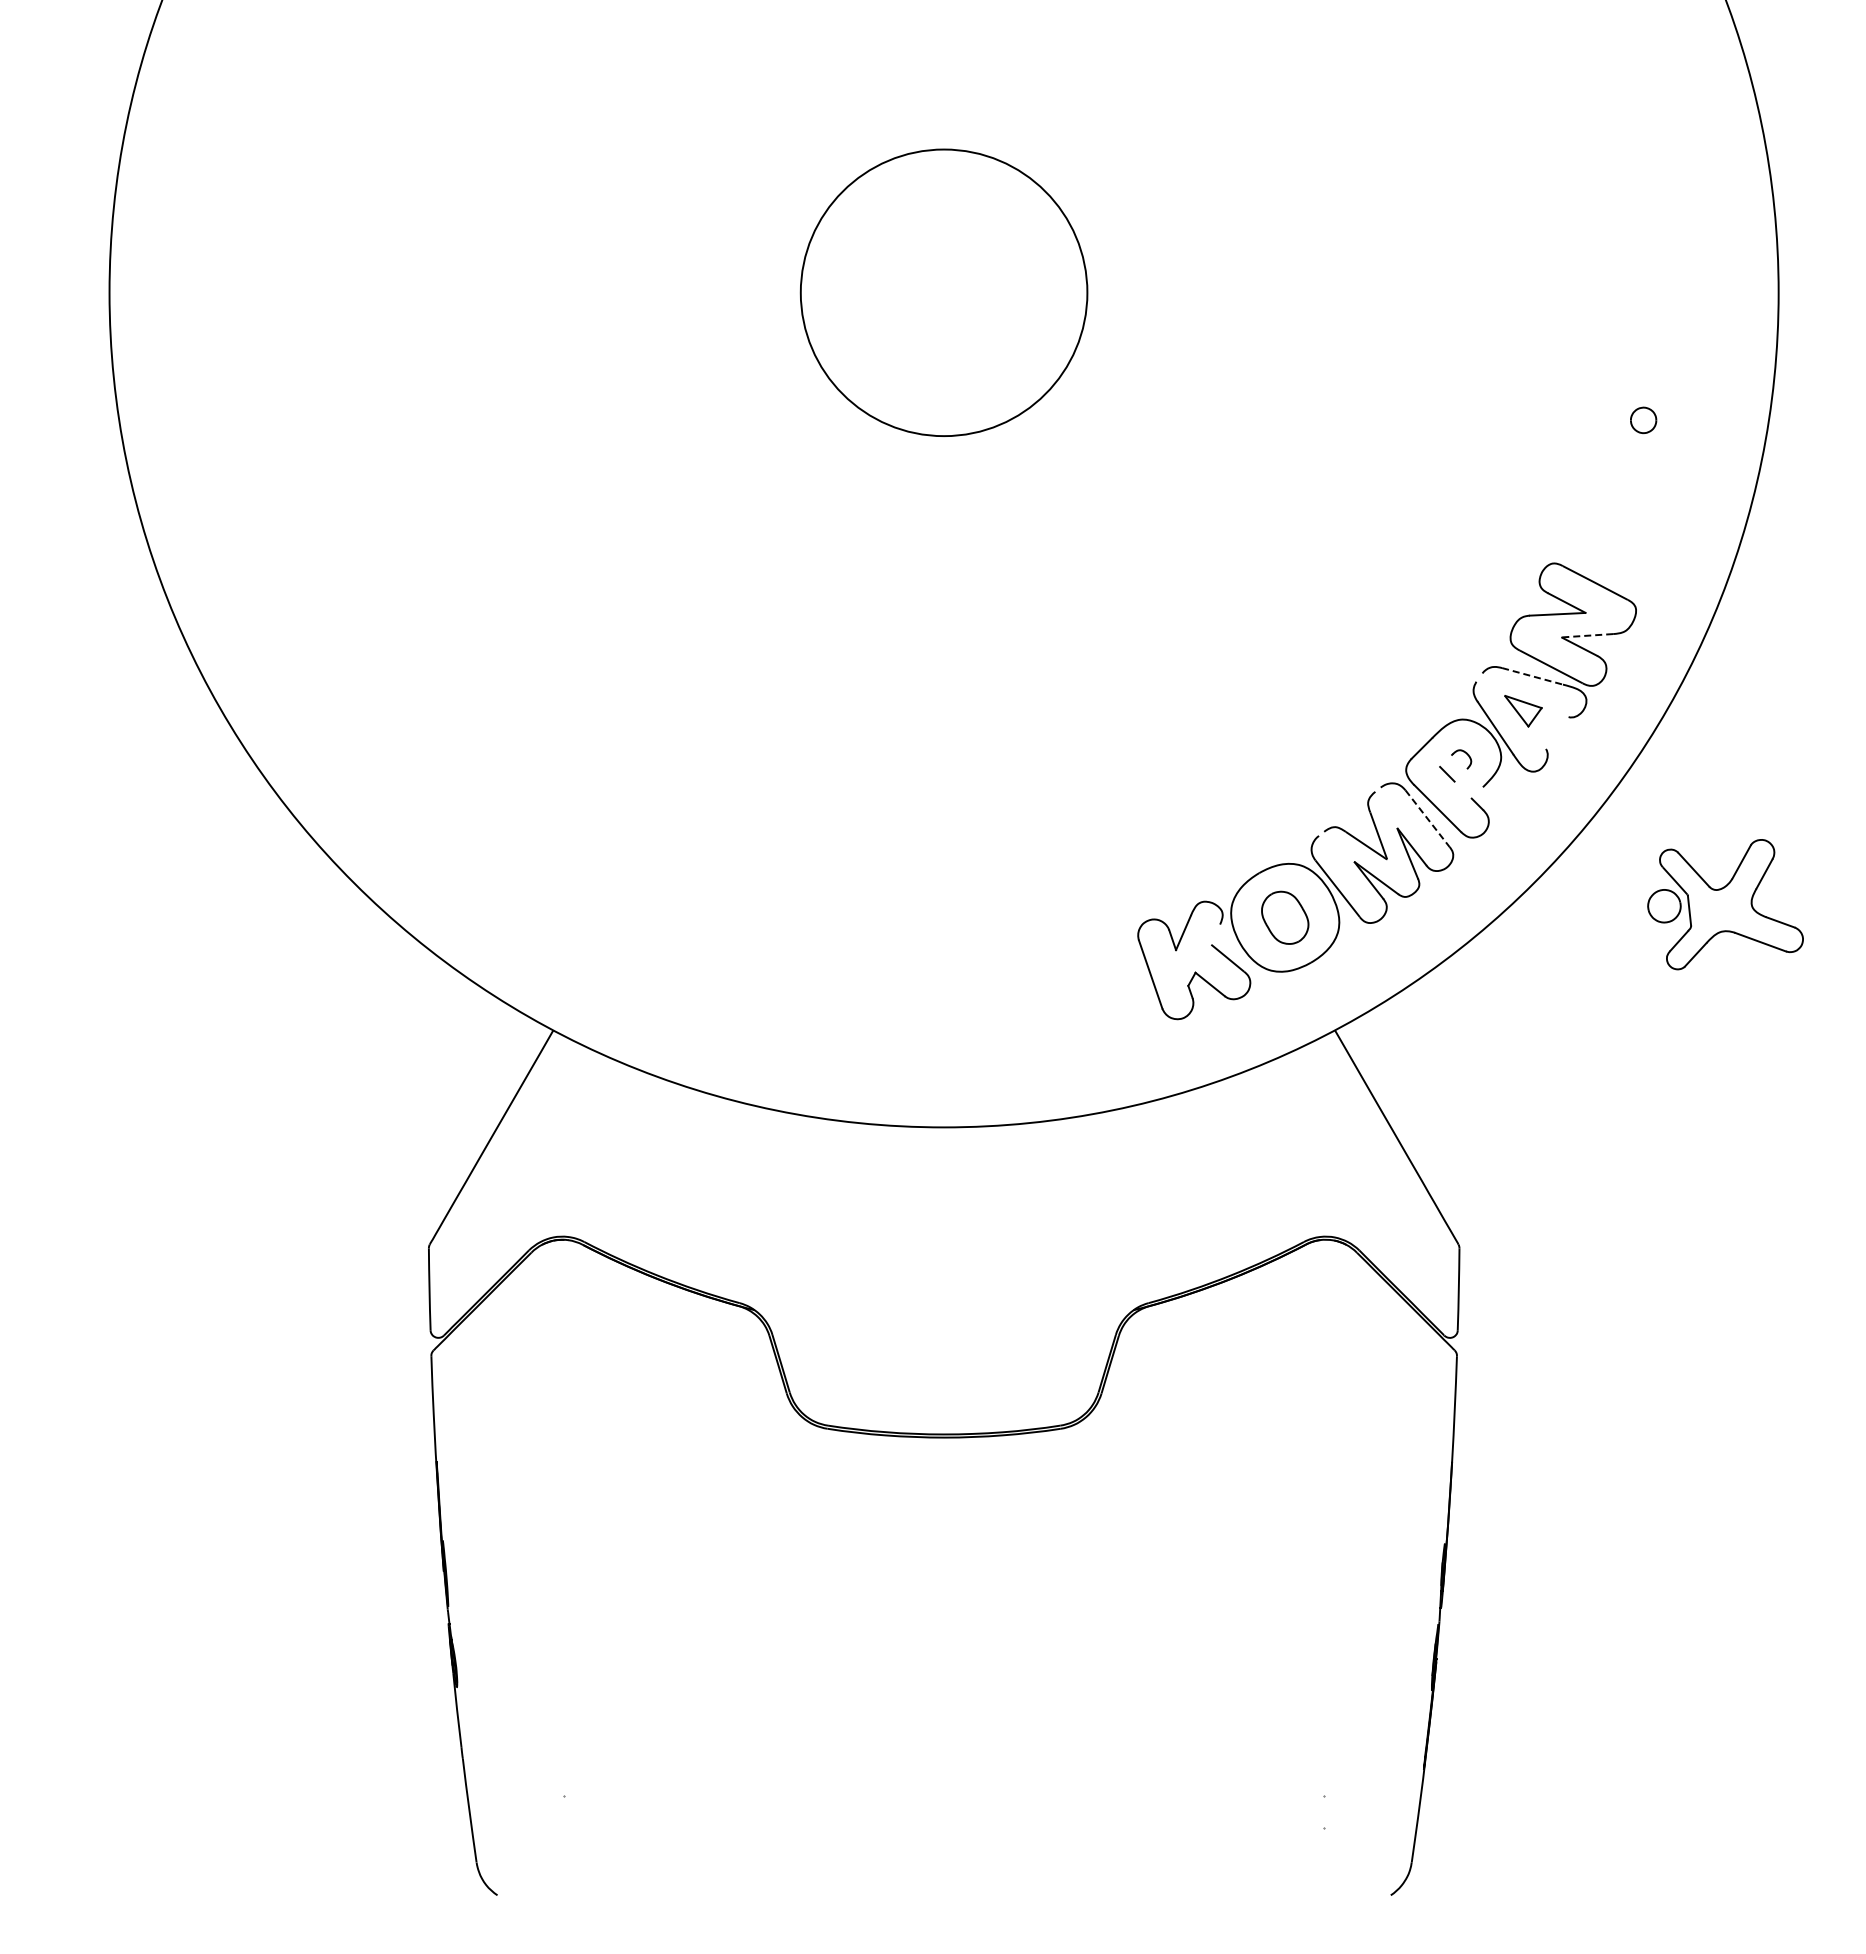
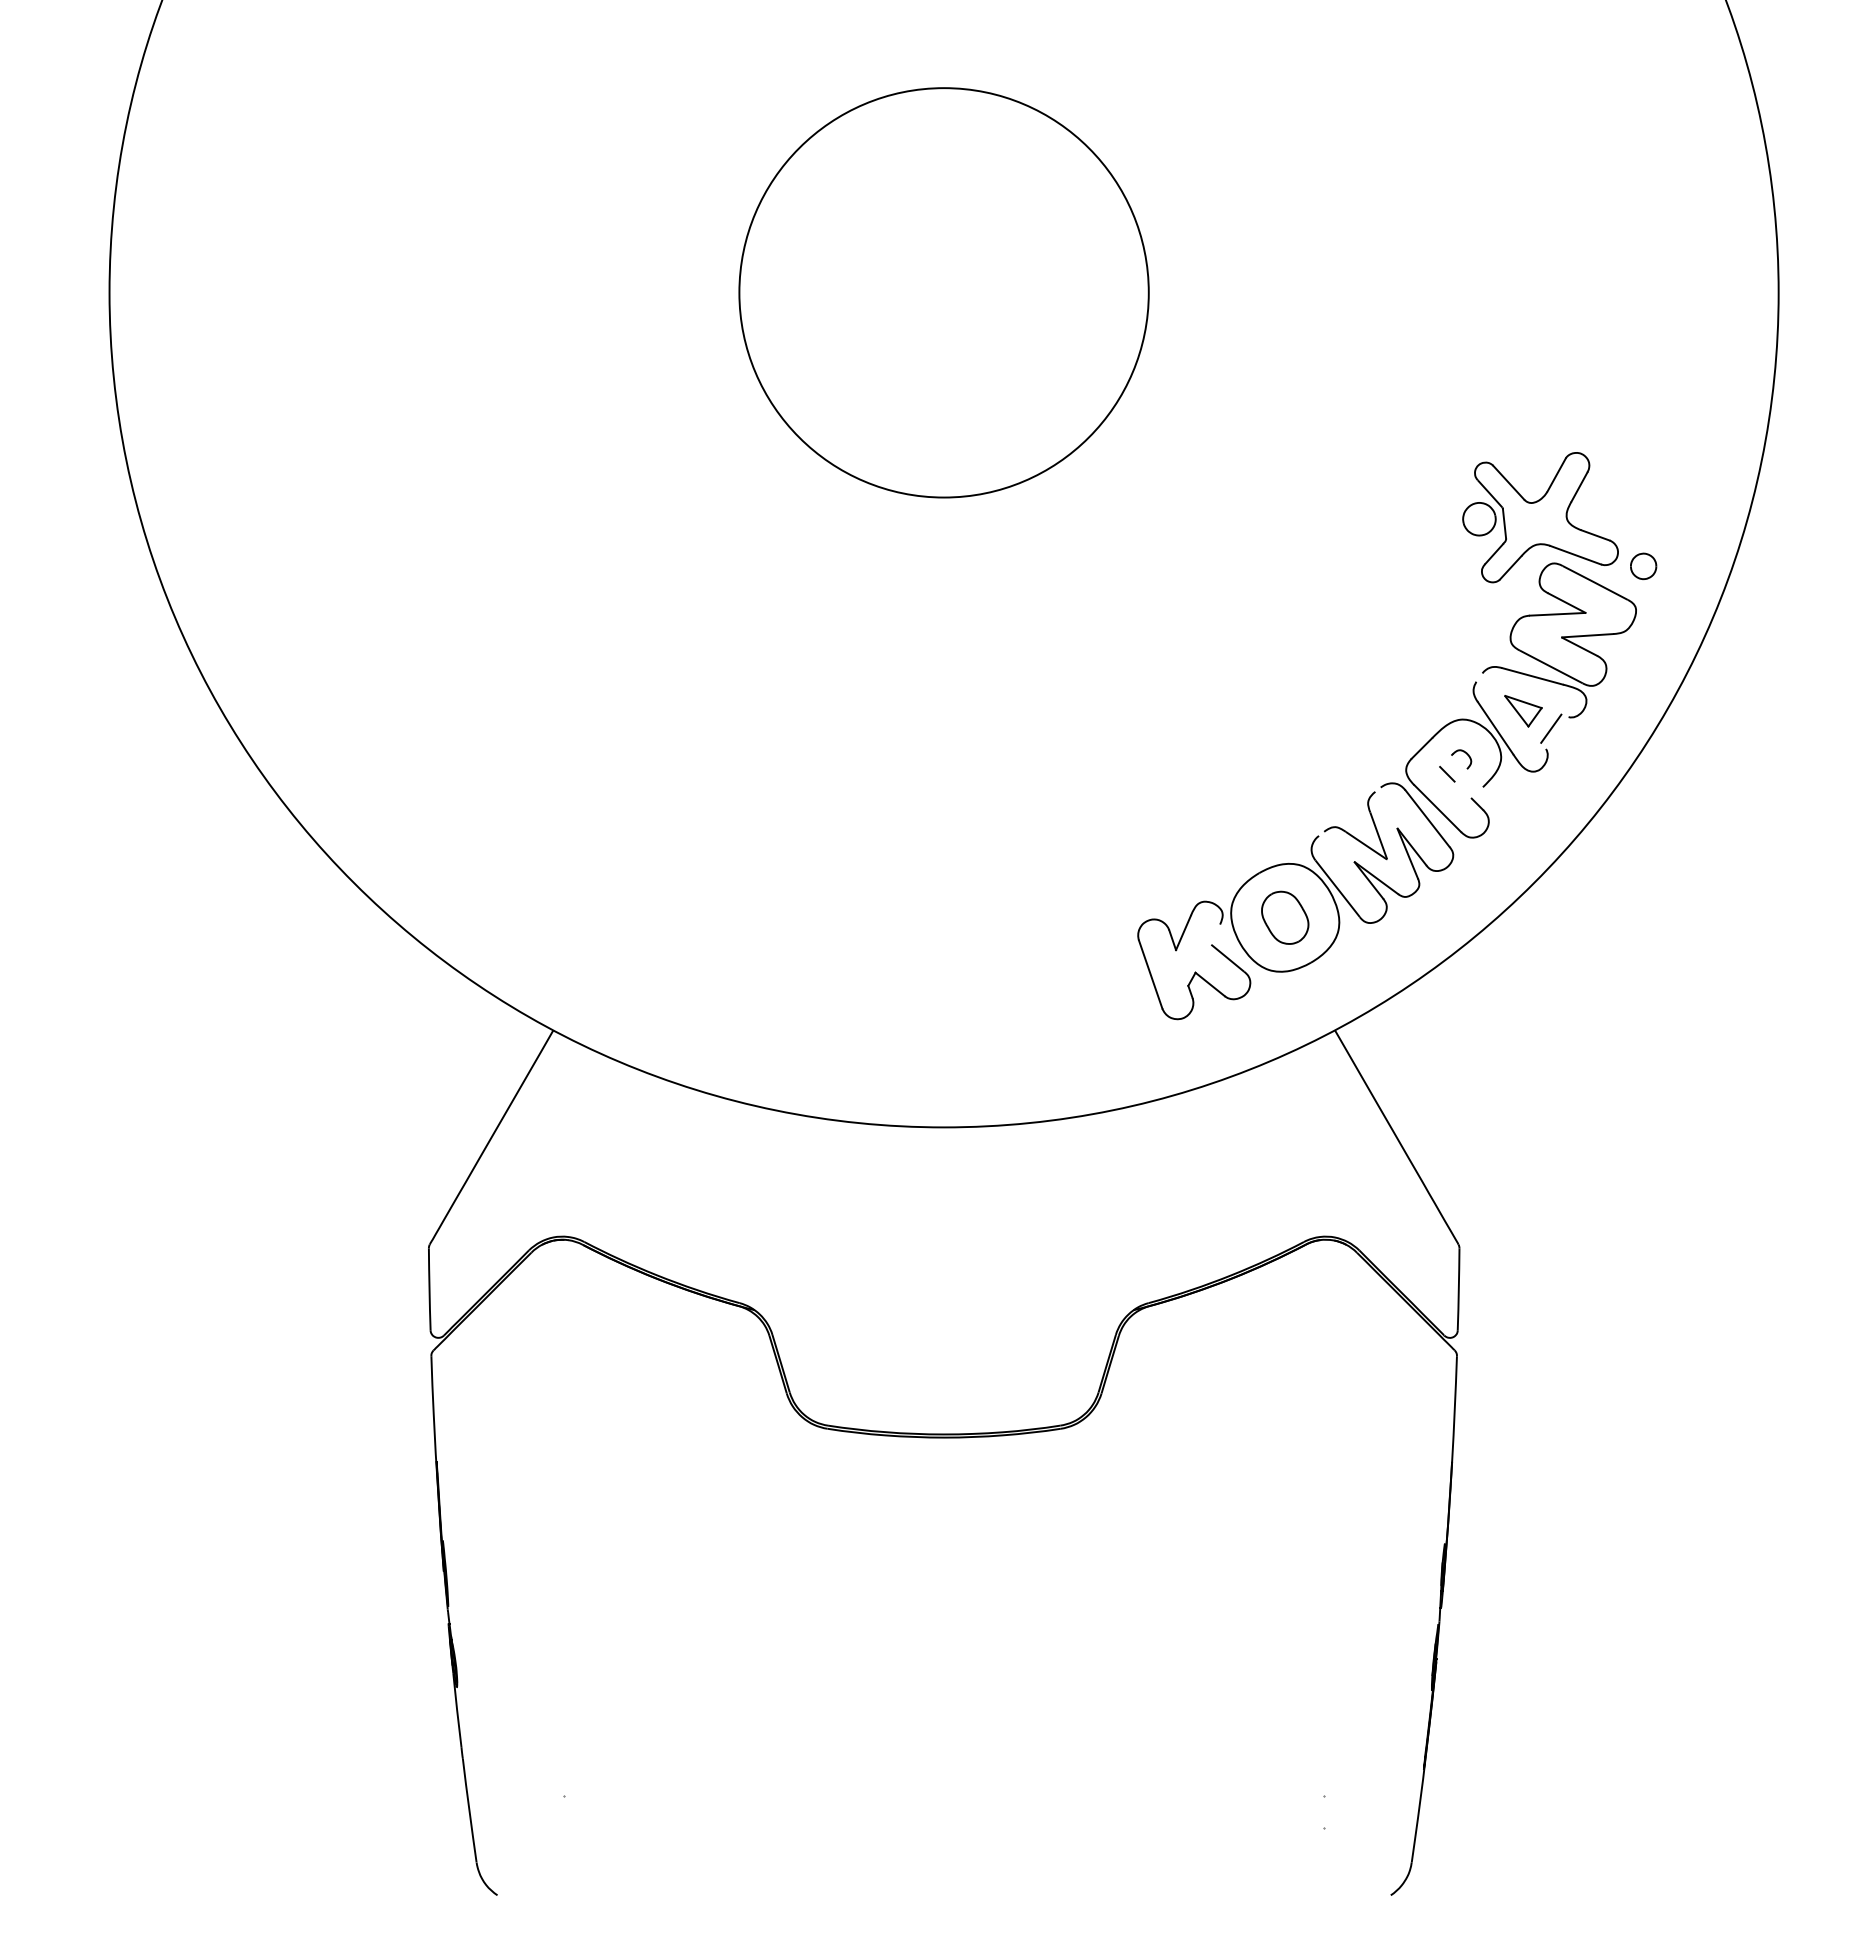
circle at (943, 292) diameter: 287 px -> 409 px
part at (1643, 420) position: (1643, 420) -> (1643, 566)
line at (1587, 635): dashed -> solid
line at (1533, 676): dashed -> solid
line at (1551, 728): none -> present
line at (1427, 818): dashed -> solid
part at (1725, 904) position: (1725, 904) -> (1540, 517)
